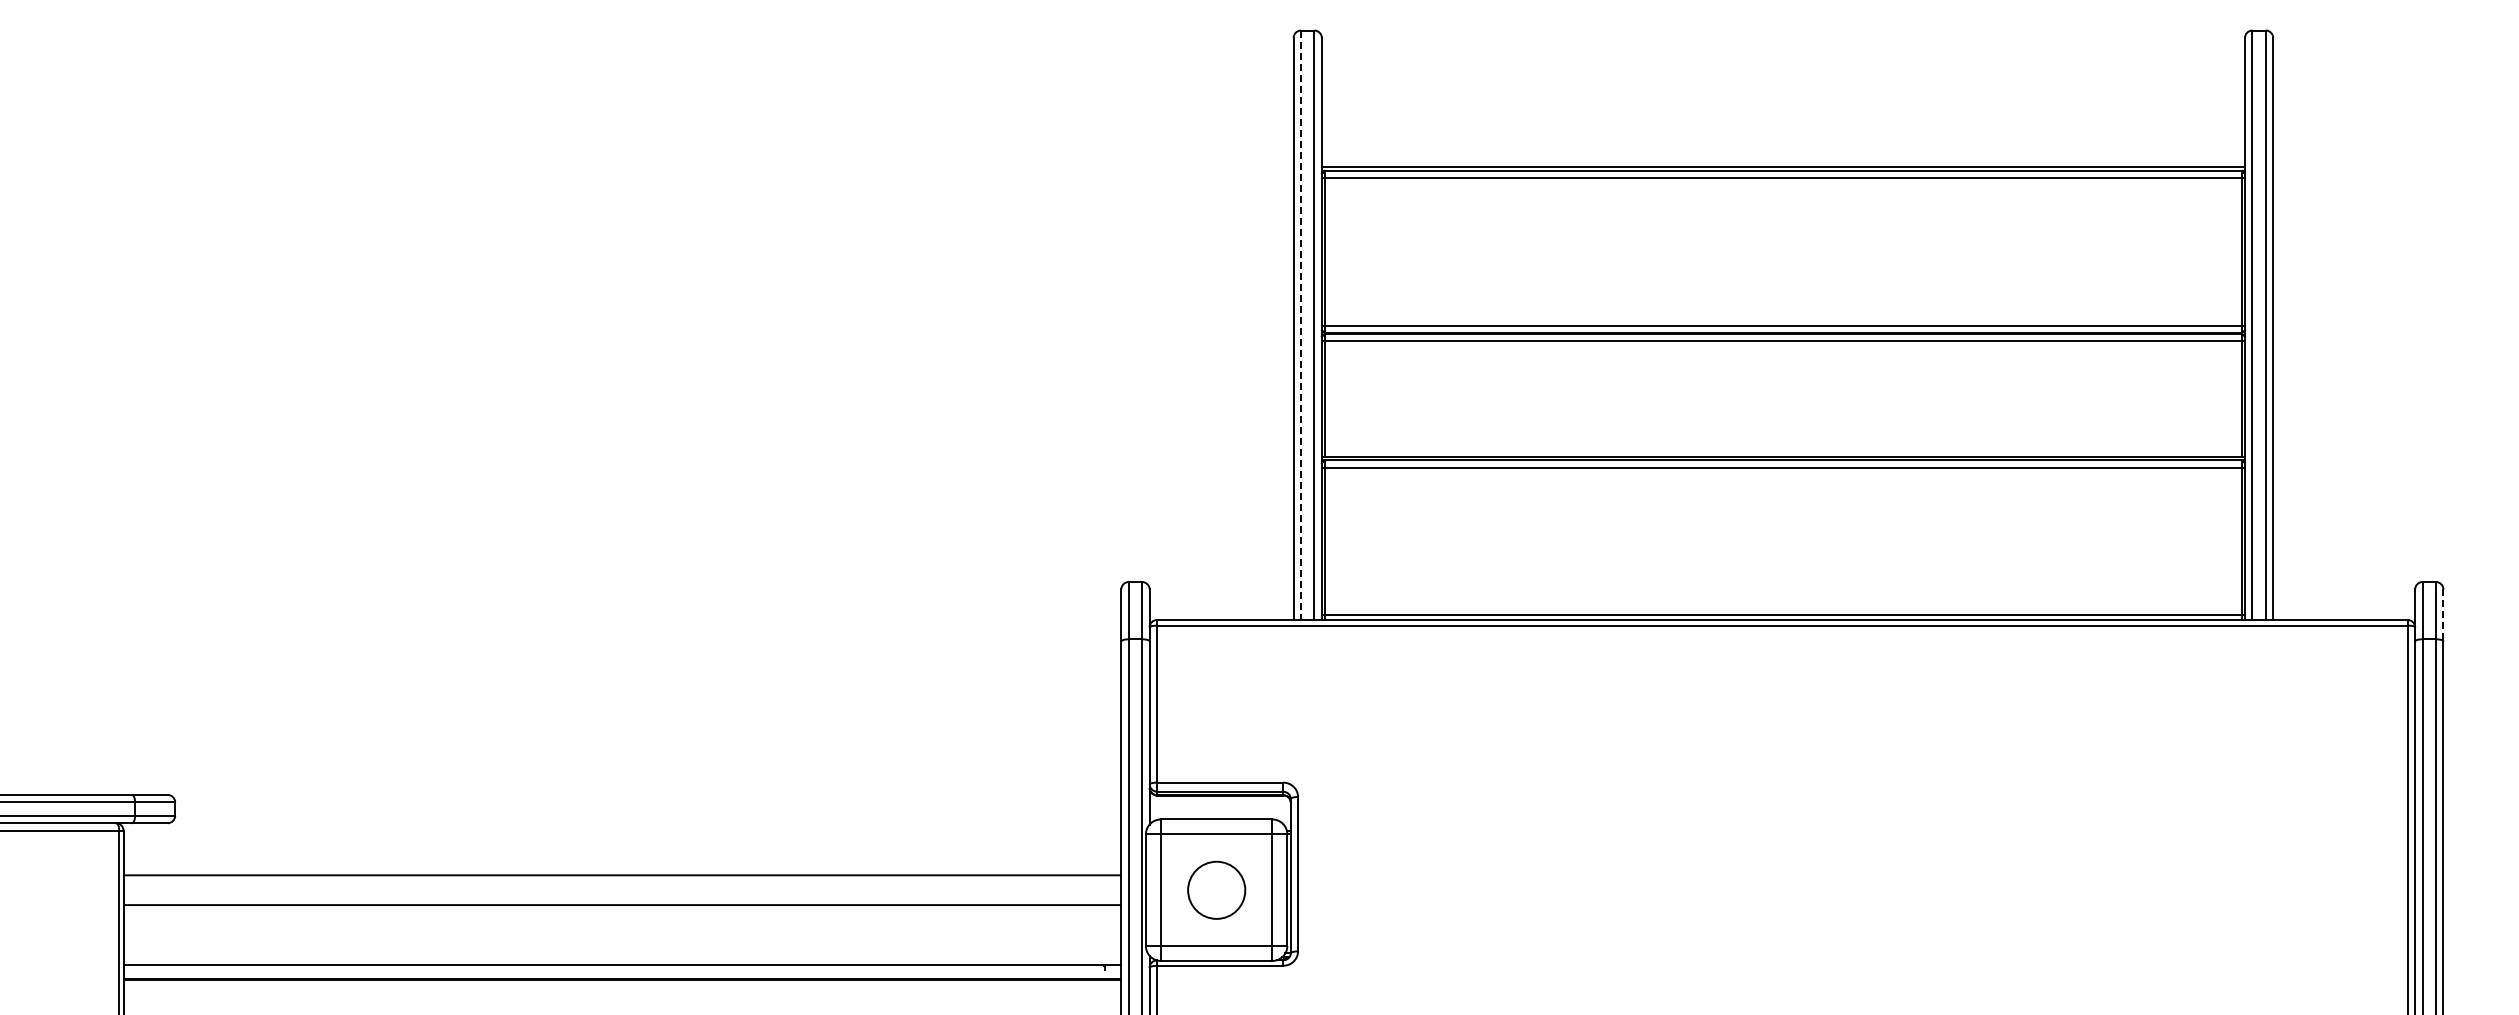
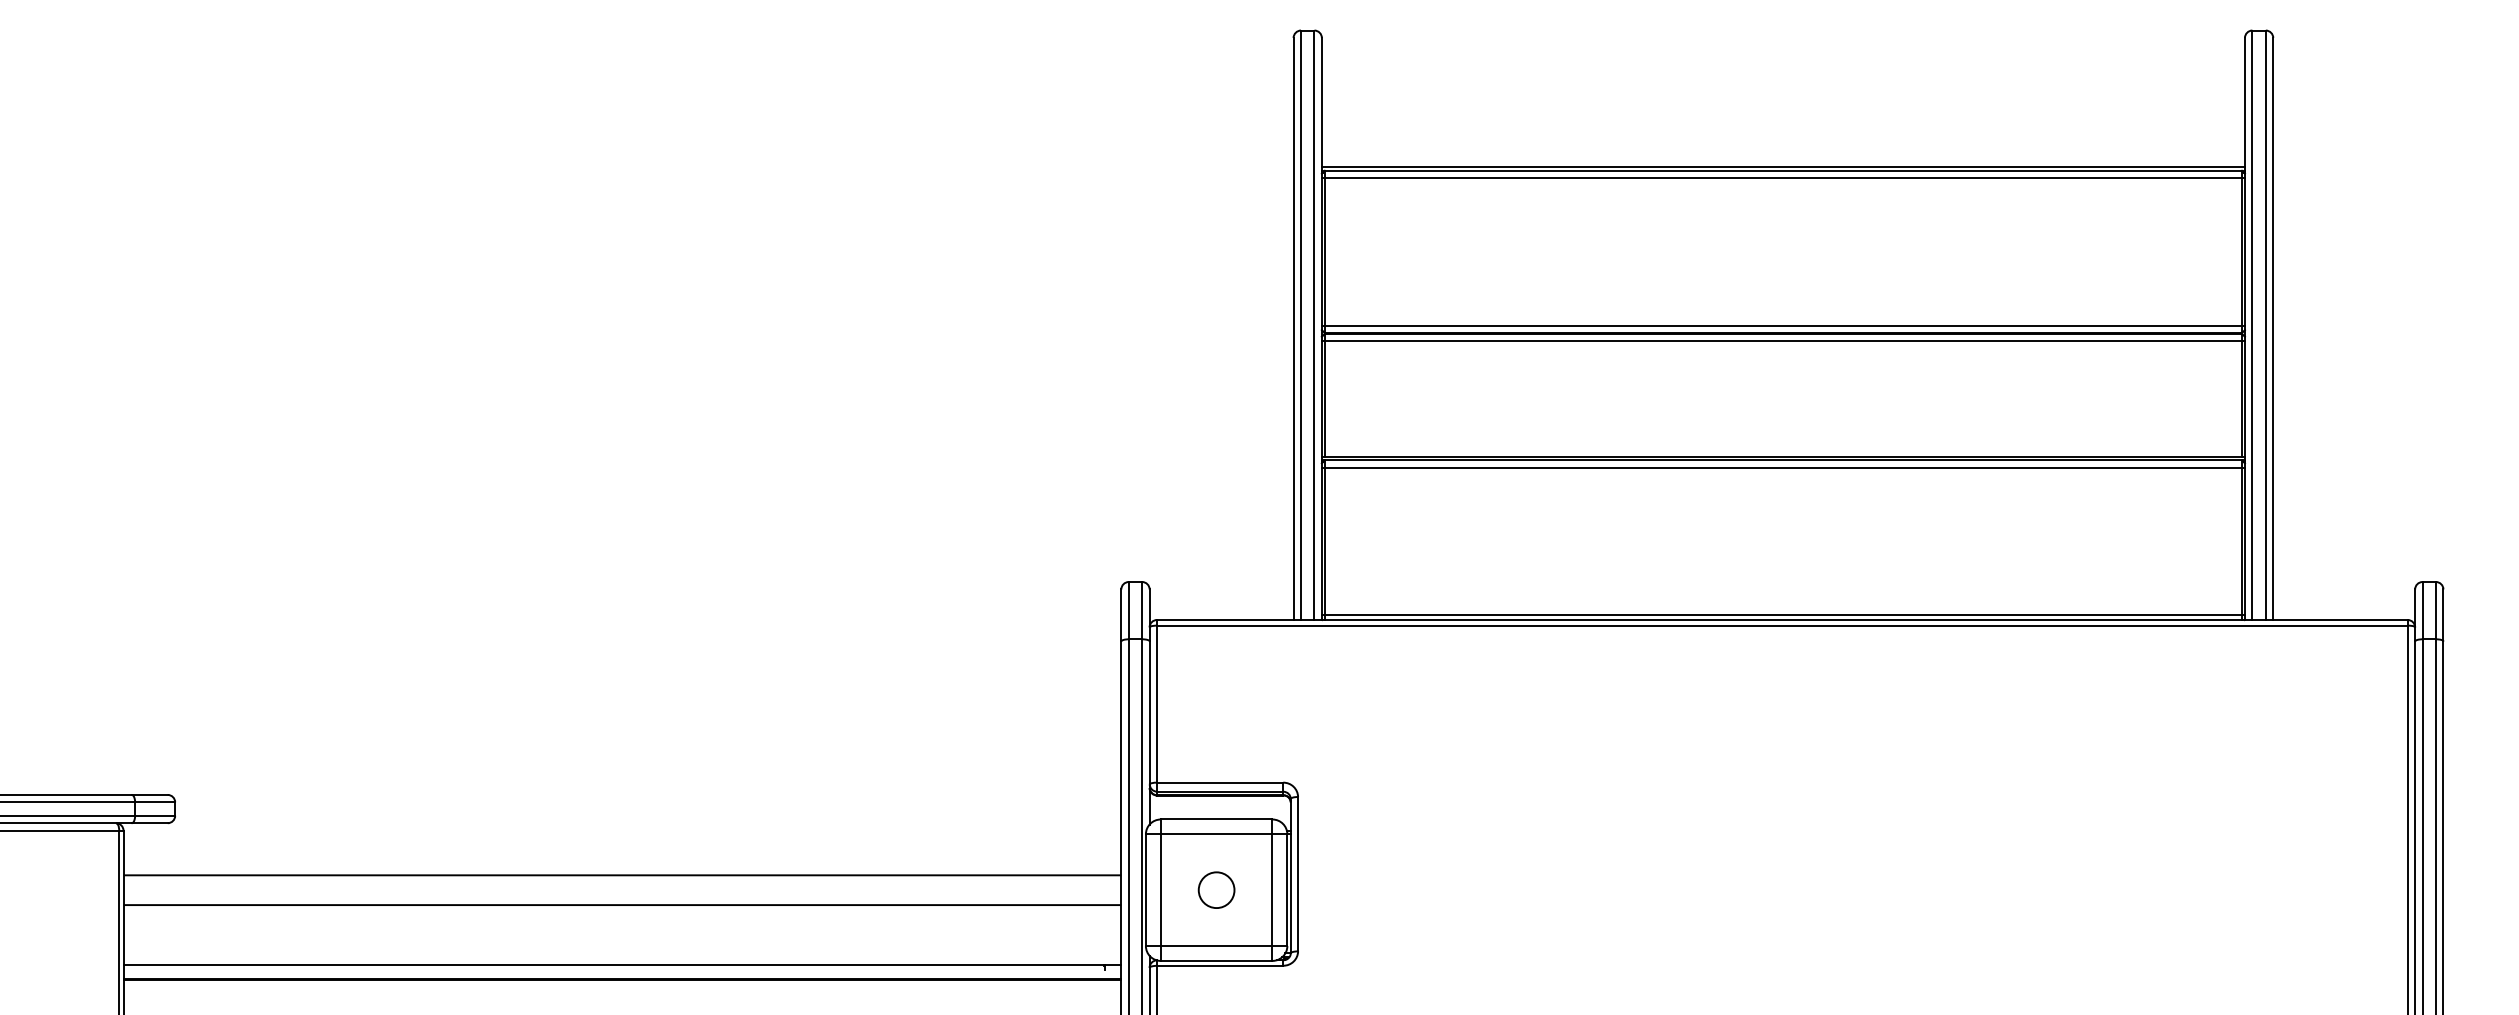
line at (1301, 325): dashed -> solid
line at (2443, 615): dashed -> solid
circle at (1216, 889) size: 60x60 px -> 39x38 px
